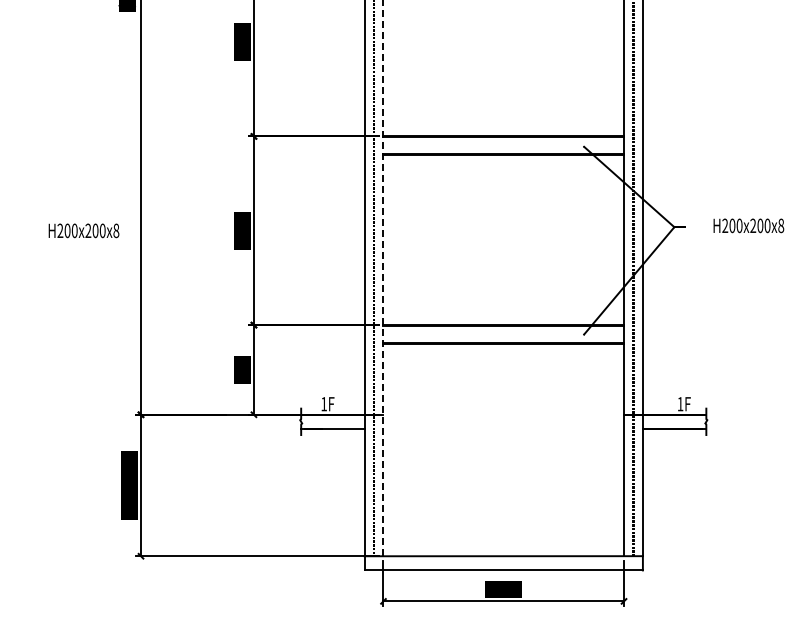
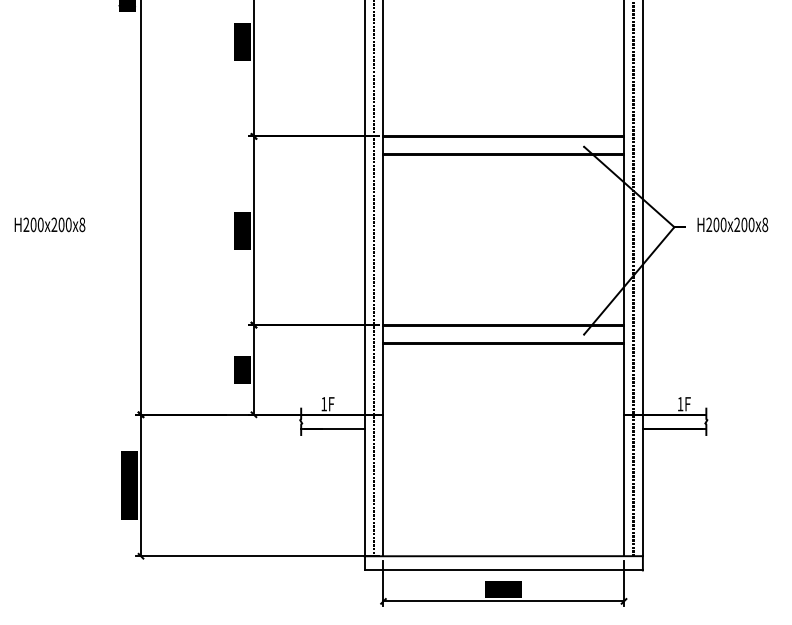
text at (748, 225) position: (748, 225) -> (732, 224)
text at (83, 230) position: (83, 230) -> (49, 224)
line at (383, 278): dashed -> solid
